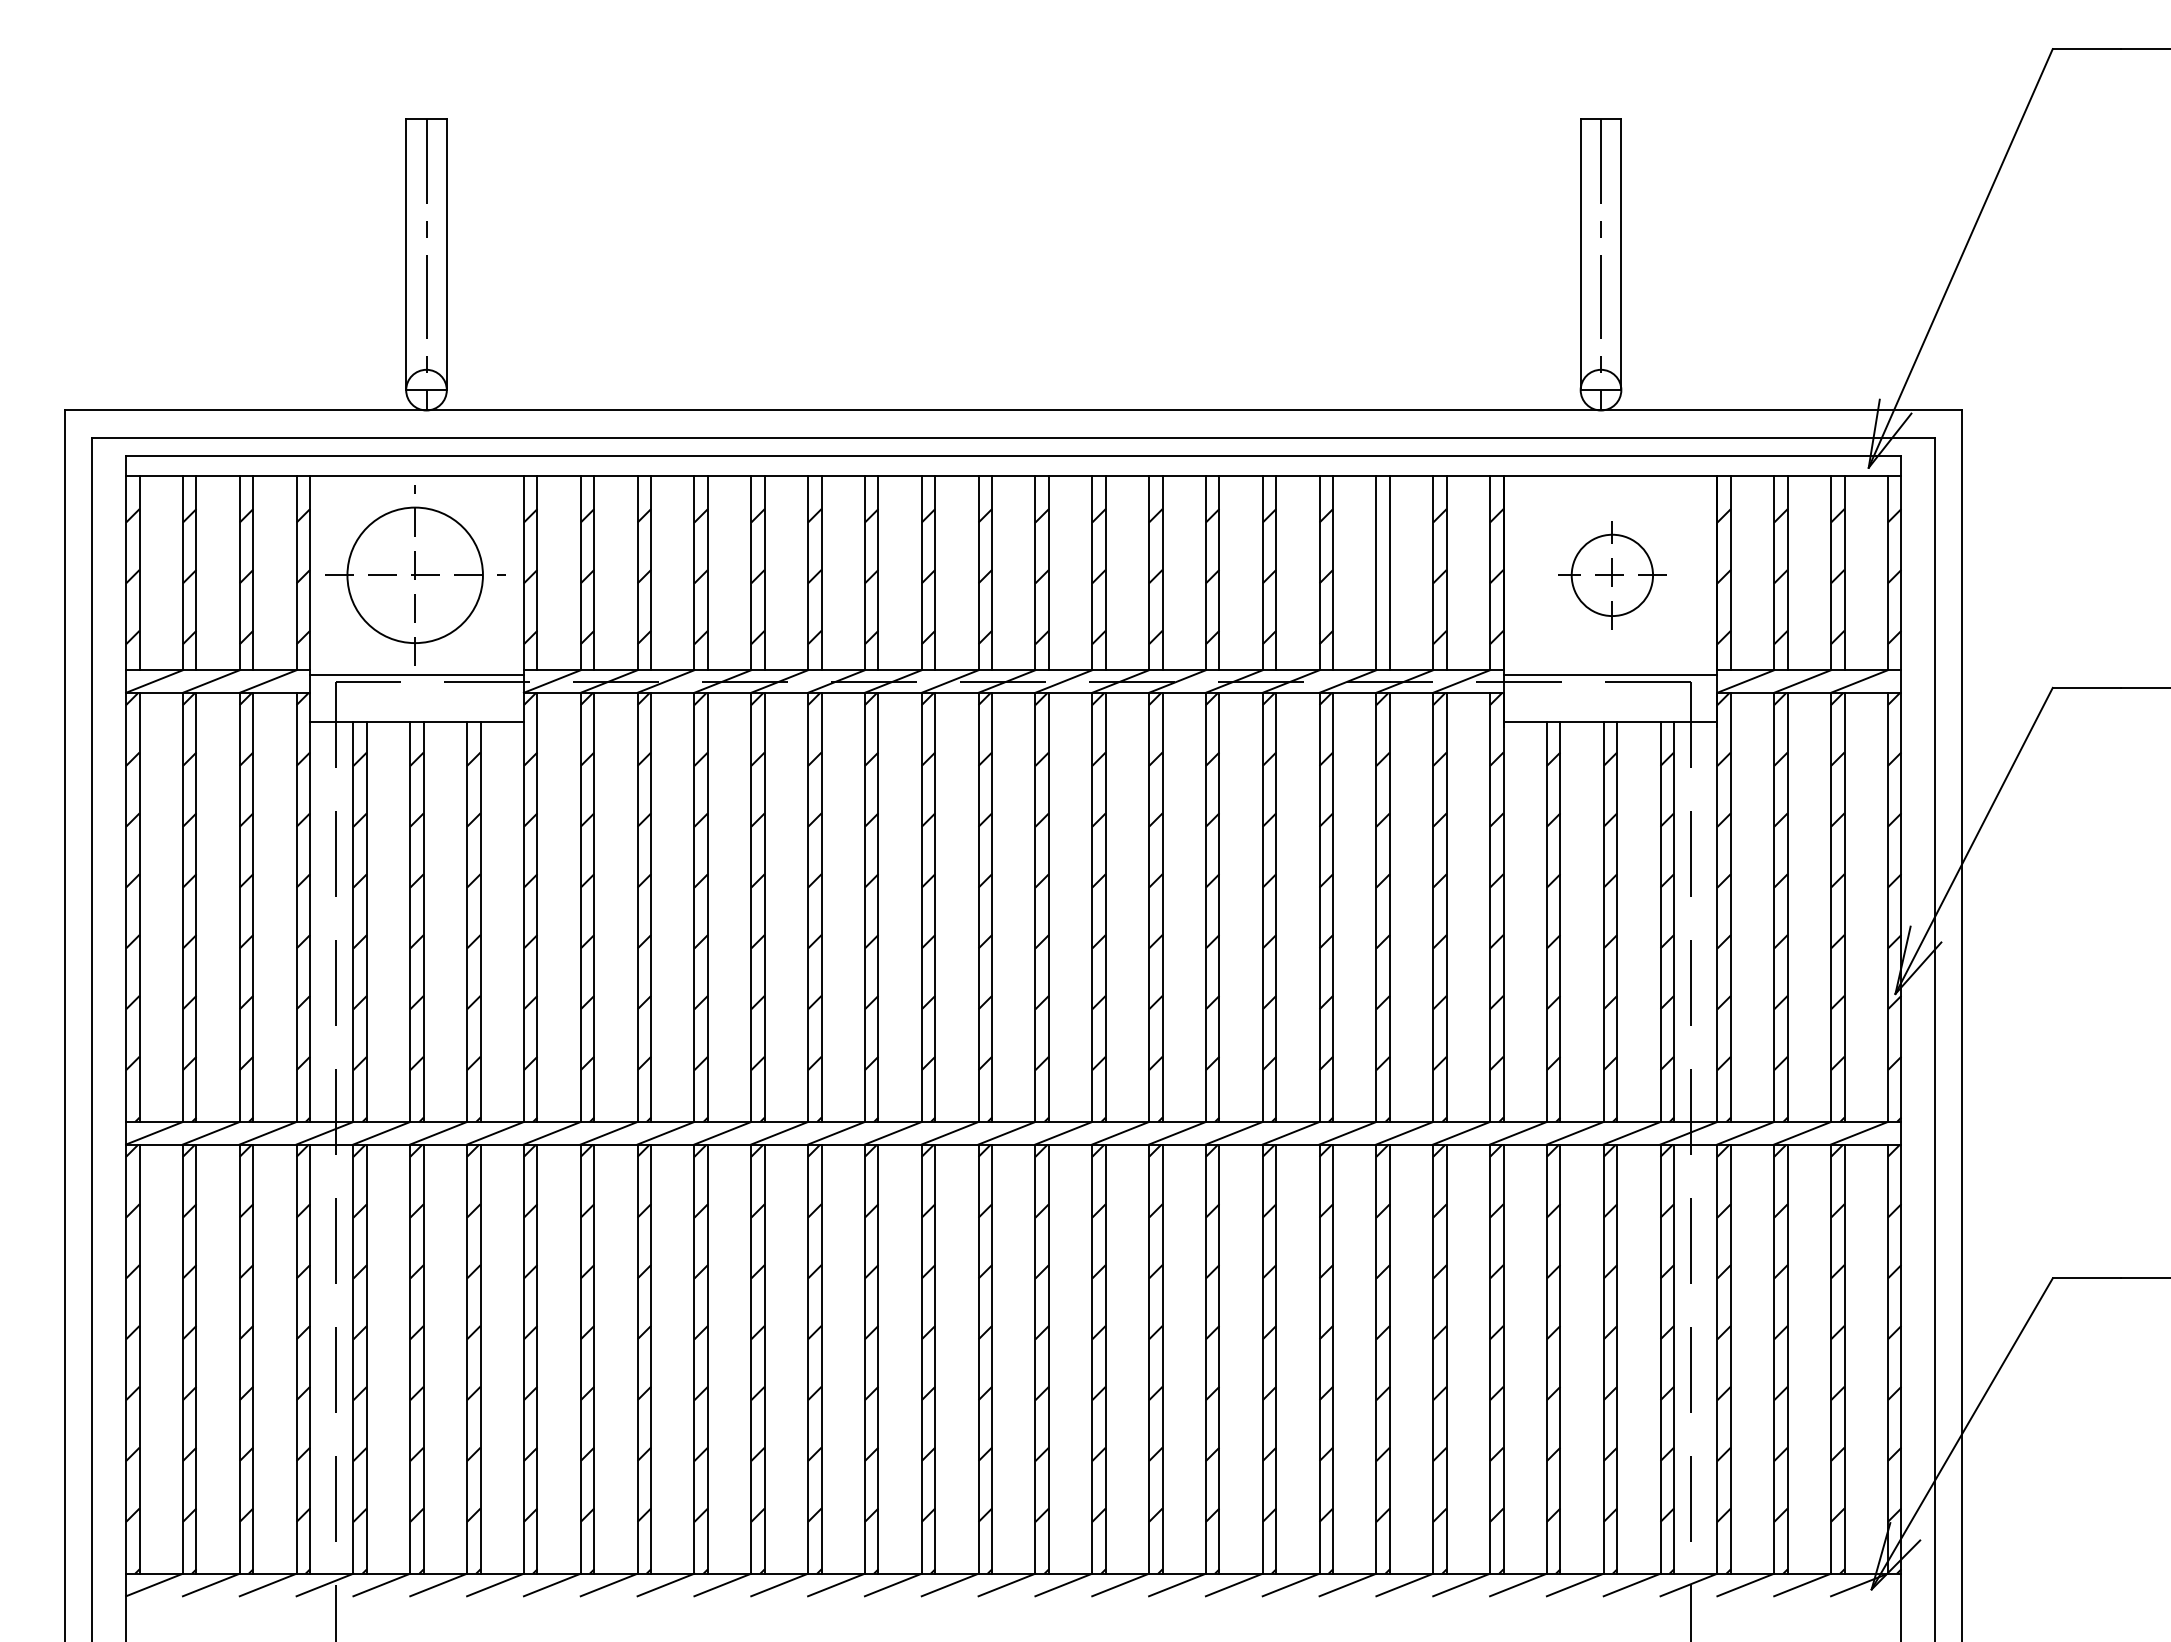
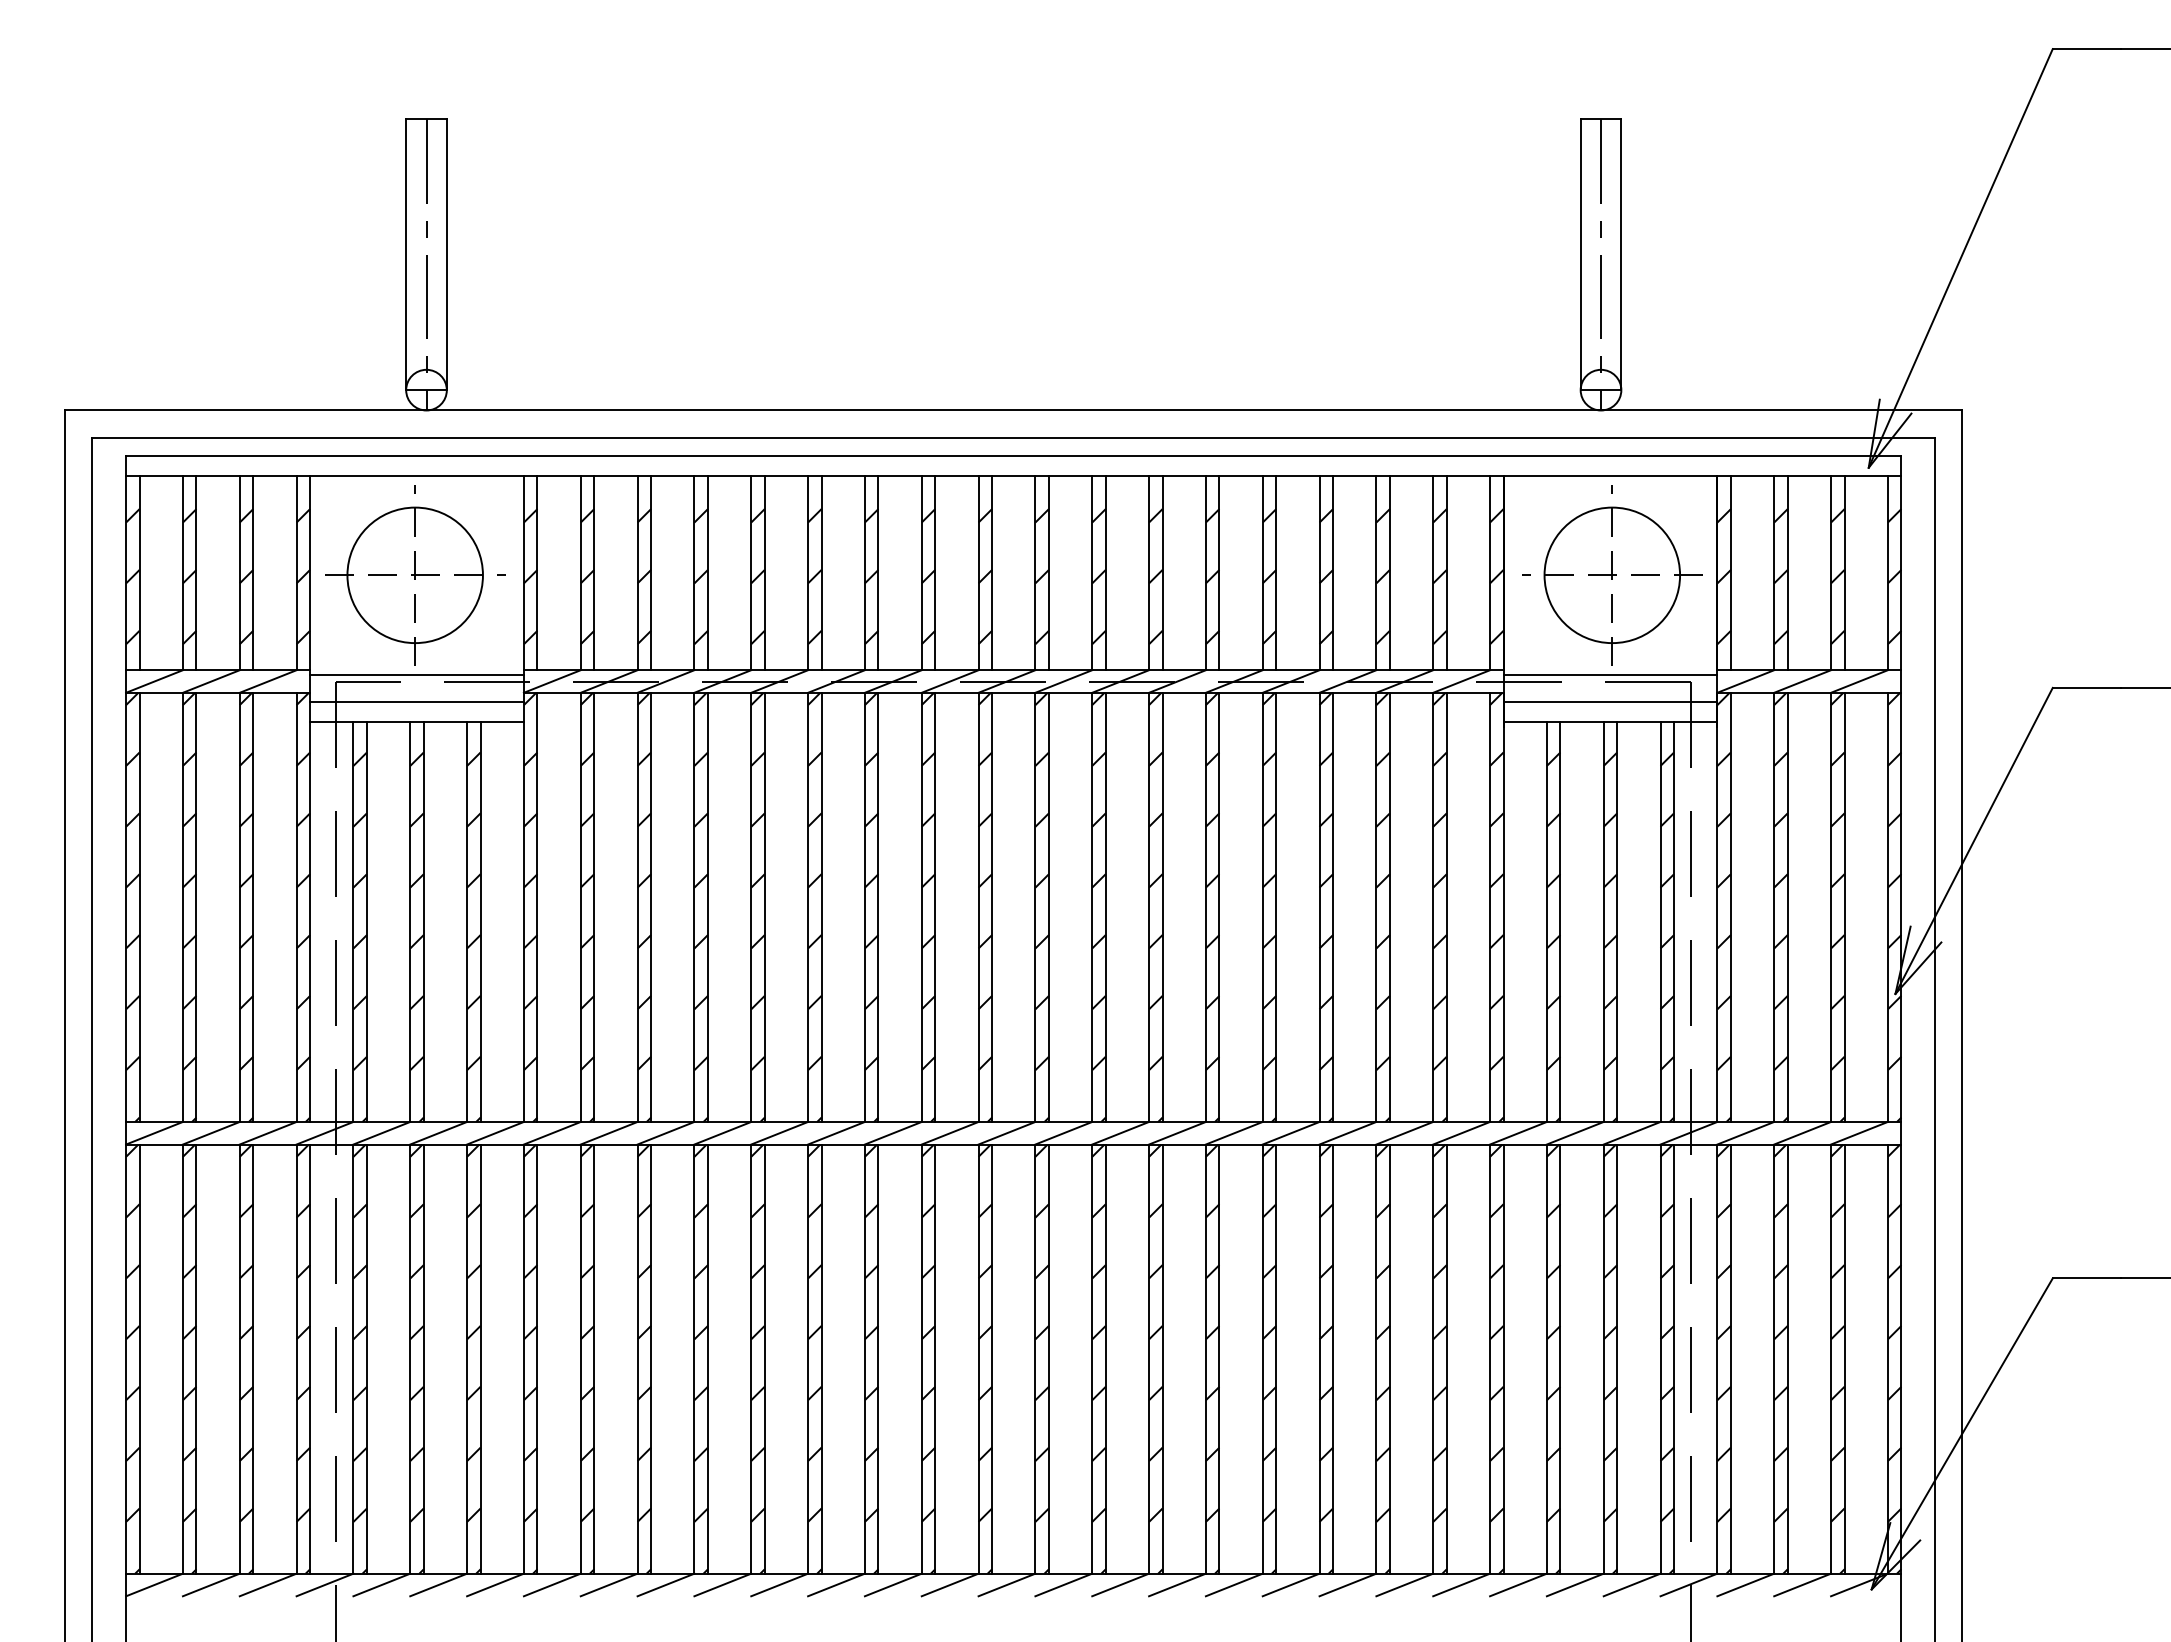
part at (1612, 575) size: 109x109 px -> 181x181 px
hatch at (1382, 576): none -> present
line at (416, 701): none -> present
line at (1610, 701): none -> present
